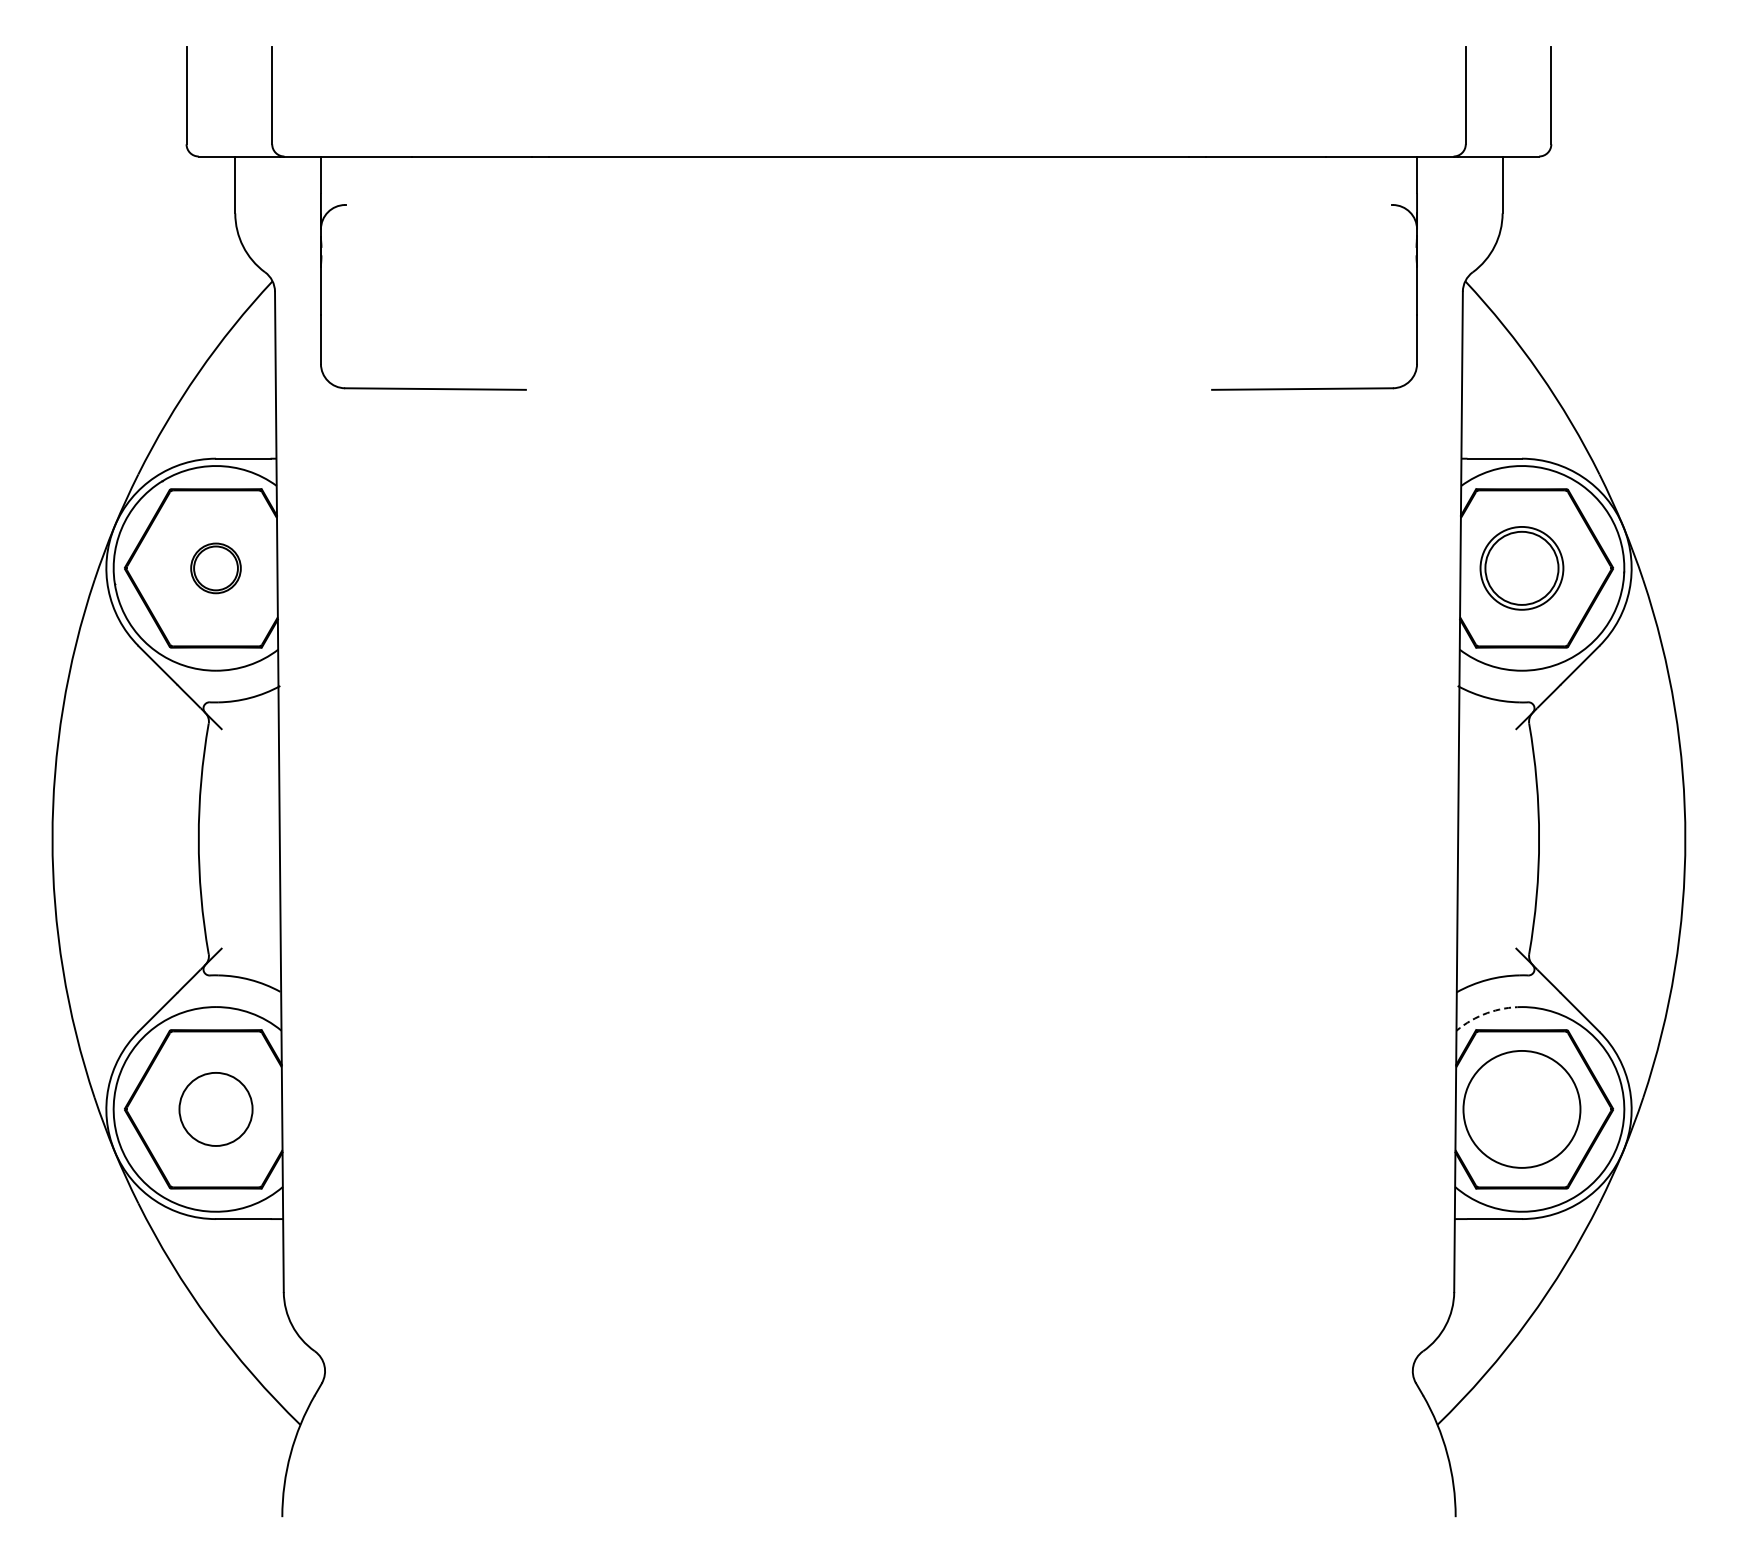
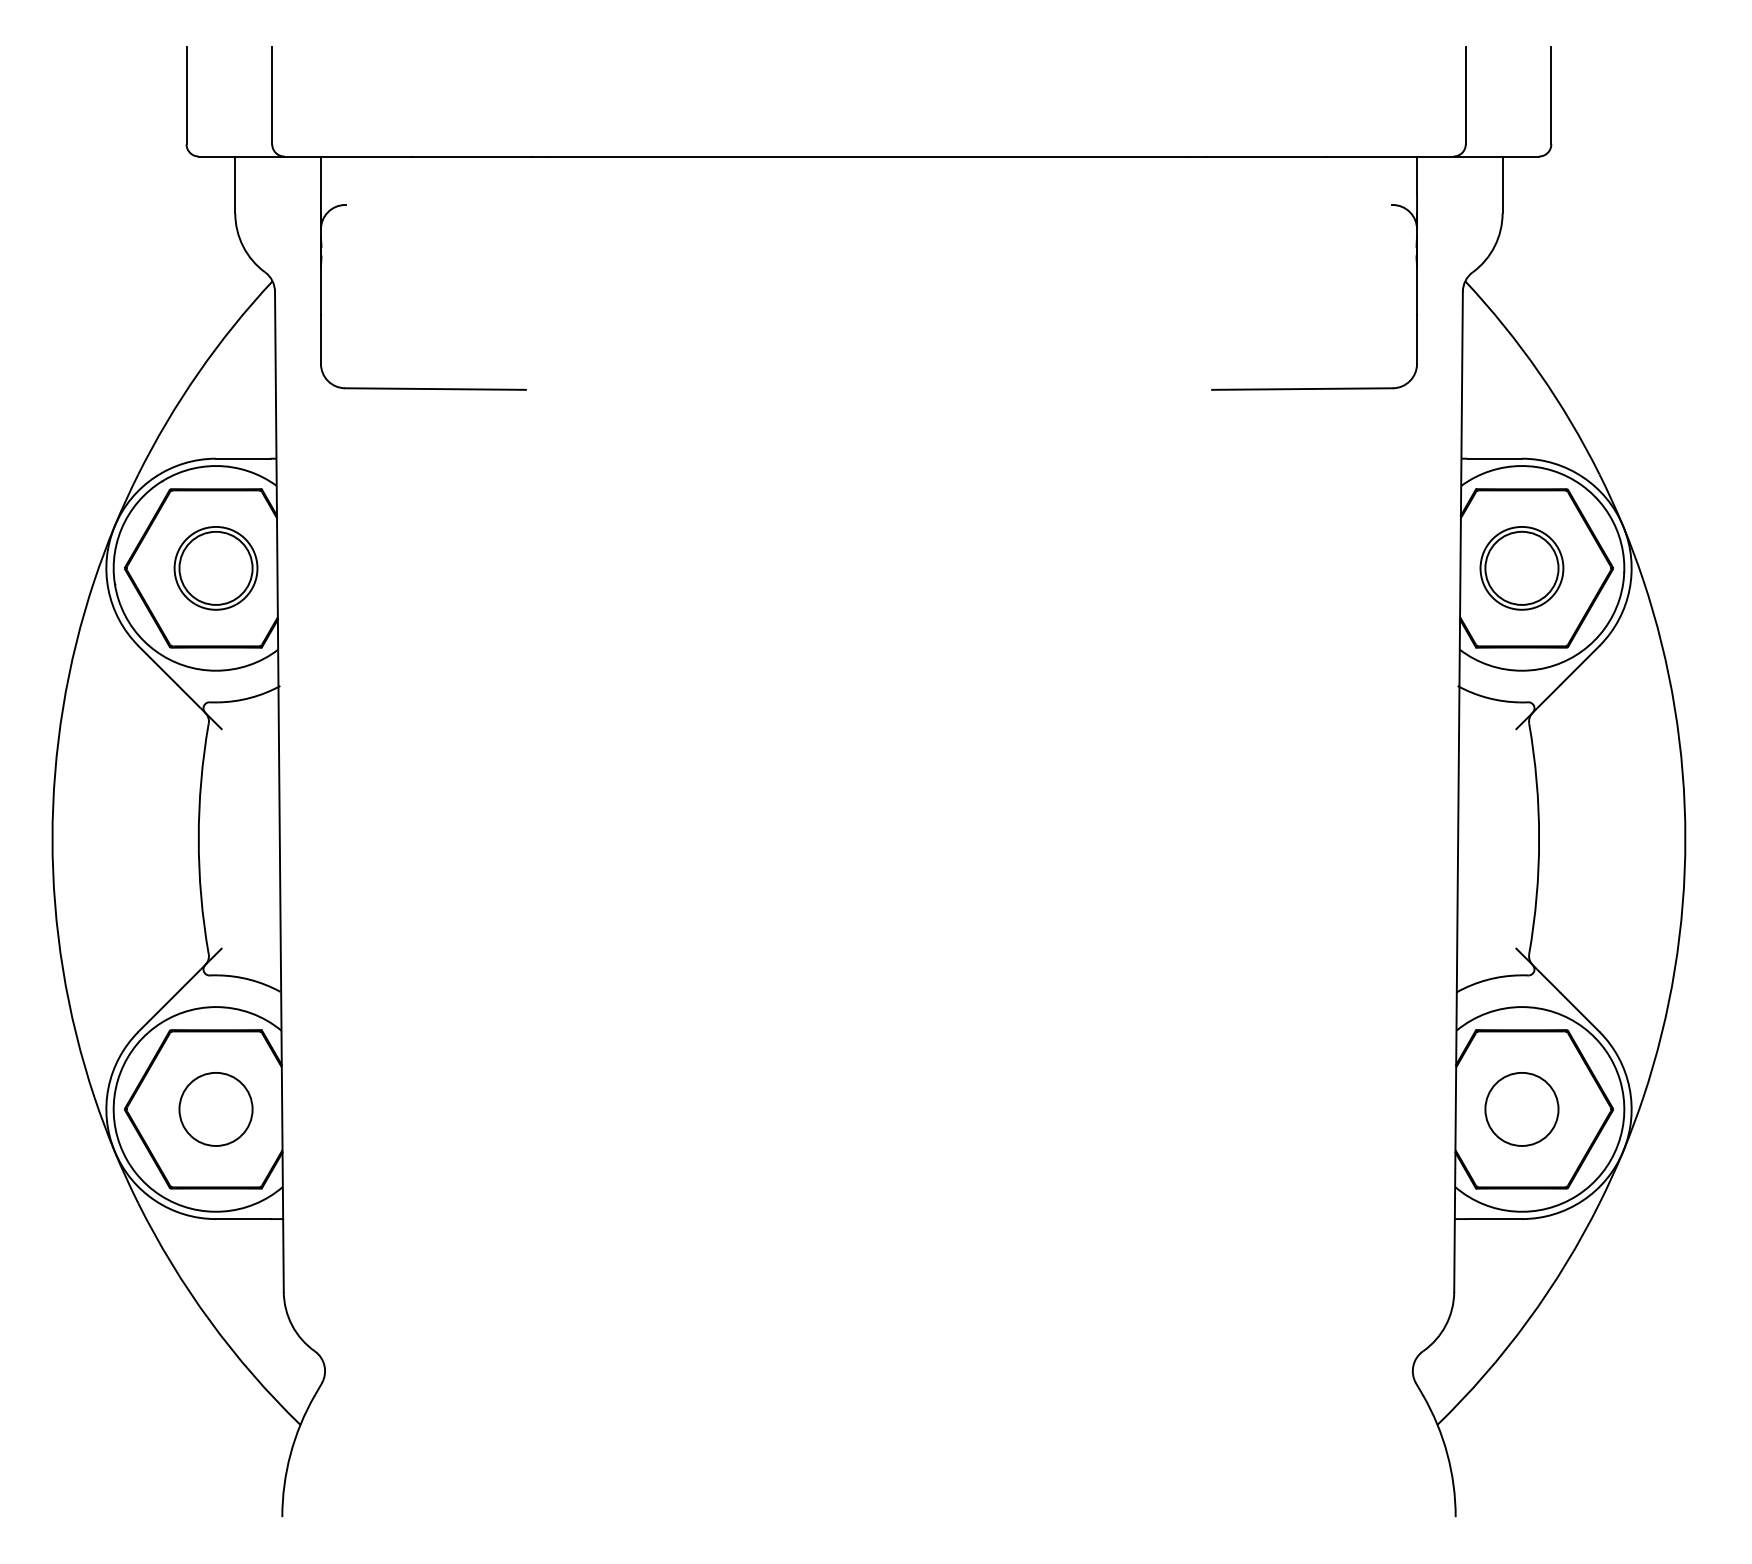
part at (215, 568) size: 52x53 px -> 86x85 px
arc at (1487, 1013): dashed -> solid
circle at (1521, 1108) diameter: 117 px -> 73 px
